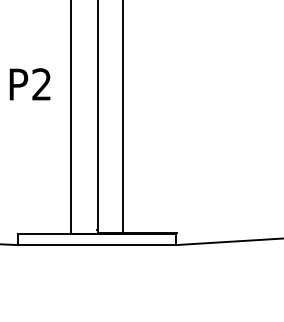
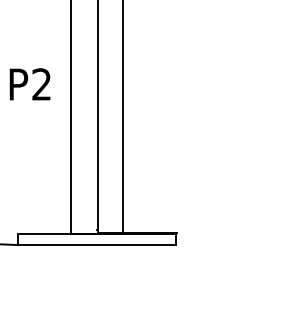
line at (227, 241): present -> none
